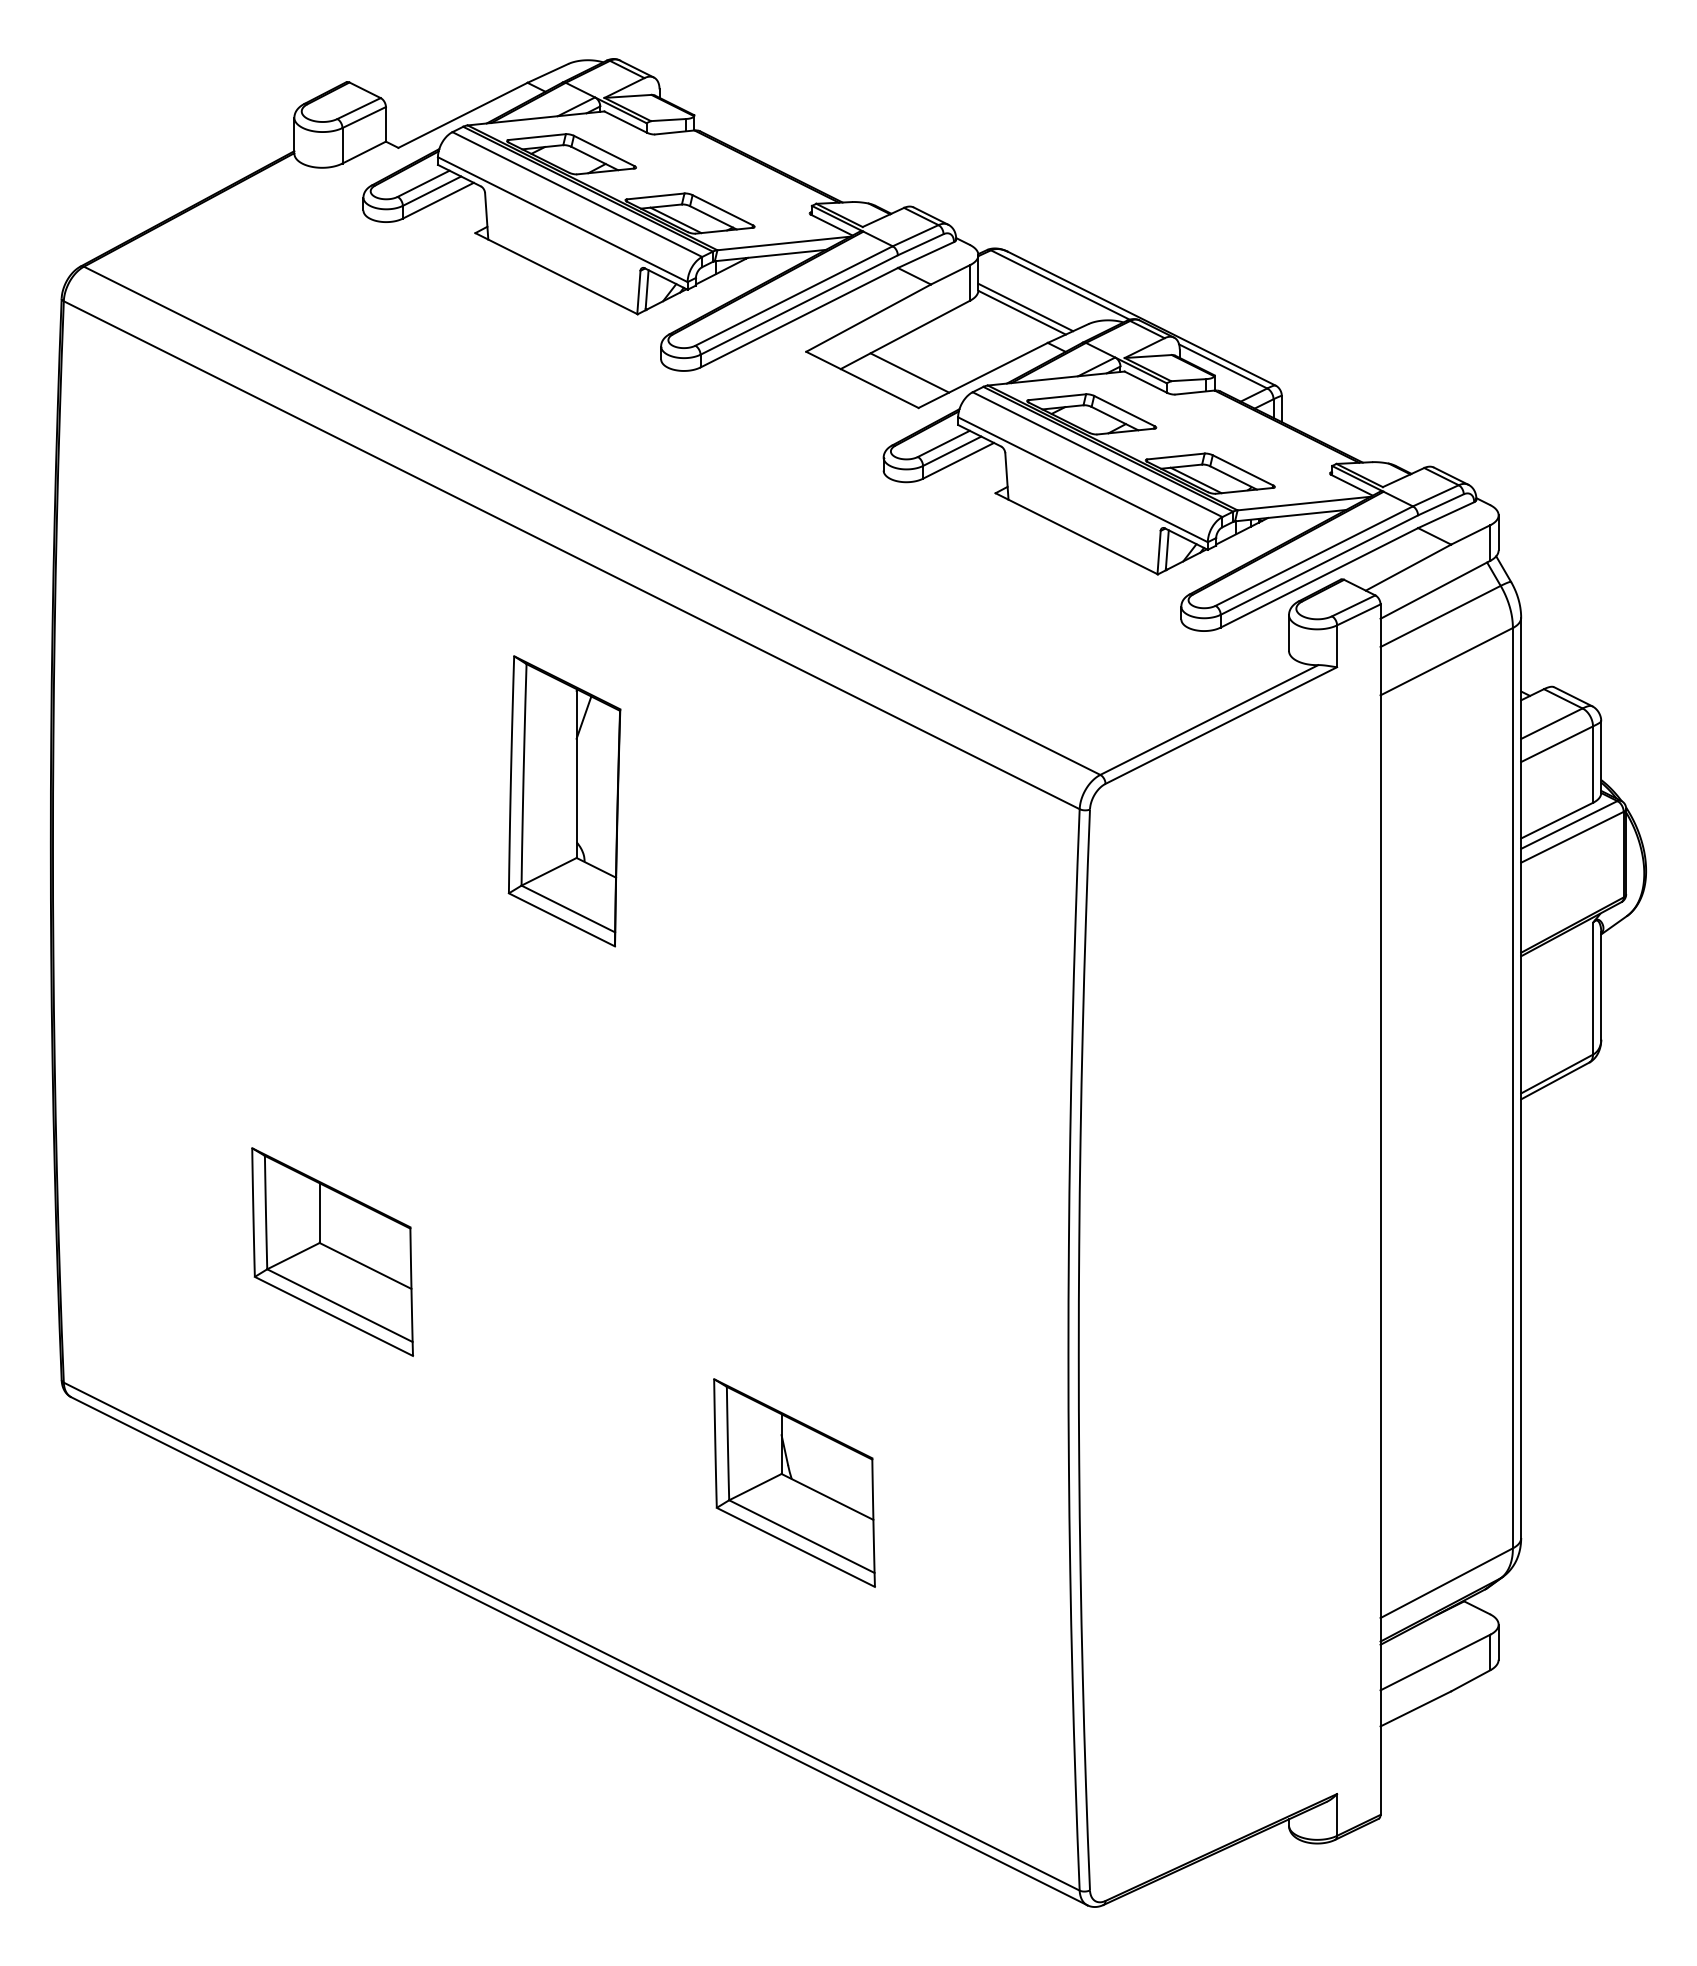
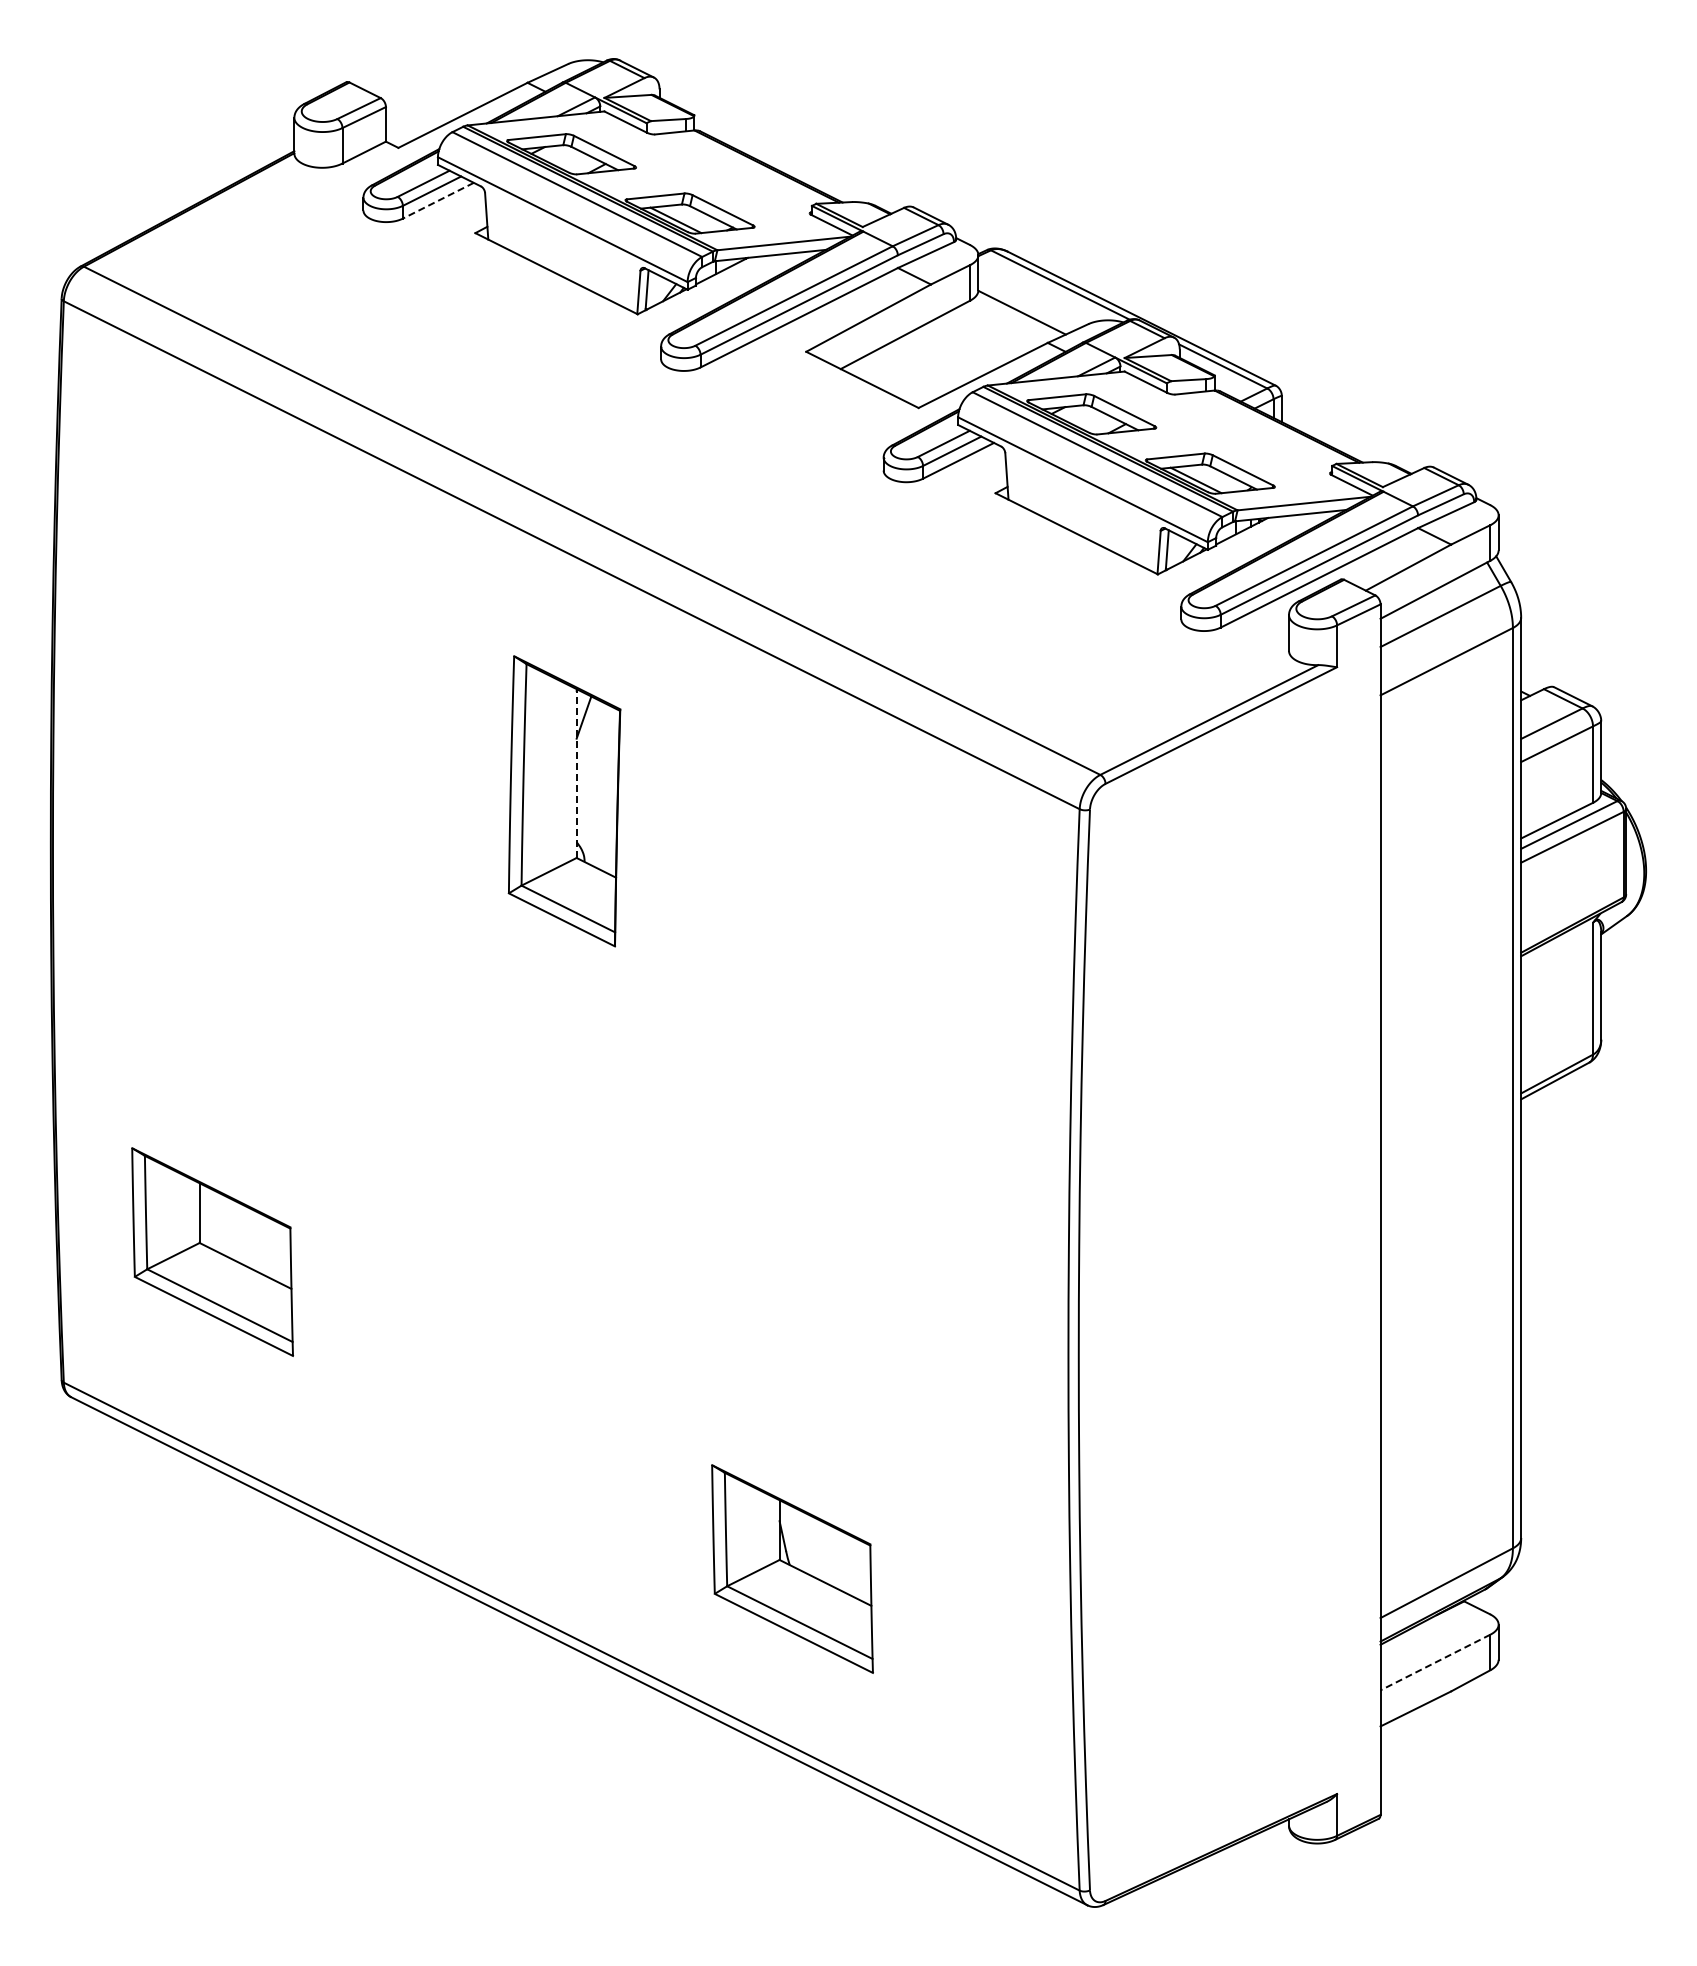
line at (438, 200): solid -> dashed
line at (1025, 307): present -> none
line at (909, 372): present -> none
line at (576, 773): solid -> dashed
part at (332, 1251) position: (332, 1251) -> (212, 1251)
part at (794, 1482) position: (794, 1482) -> (792, 1568)
line at (1435, 1662): solid -> dashed
